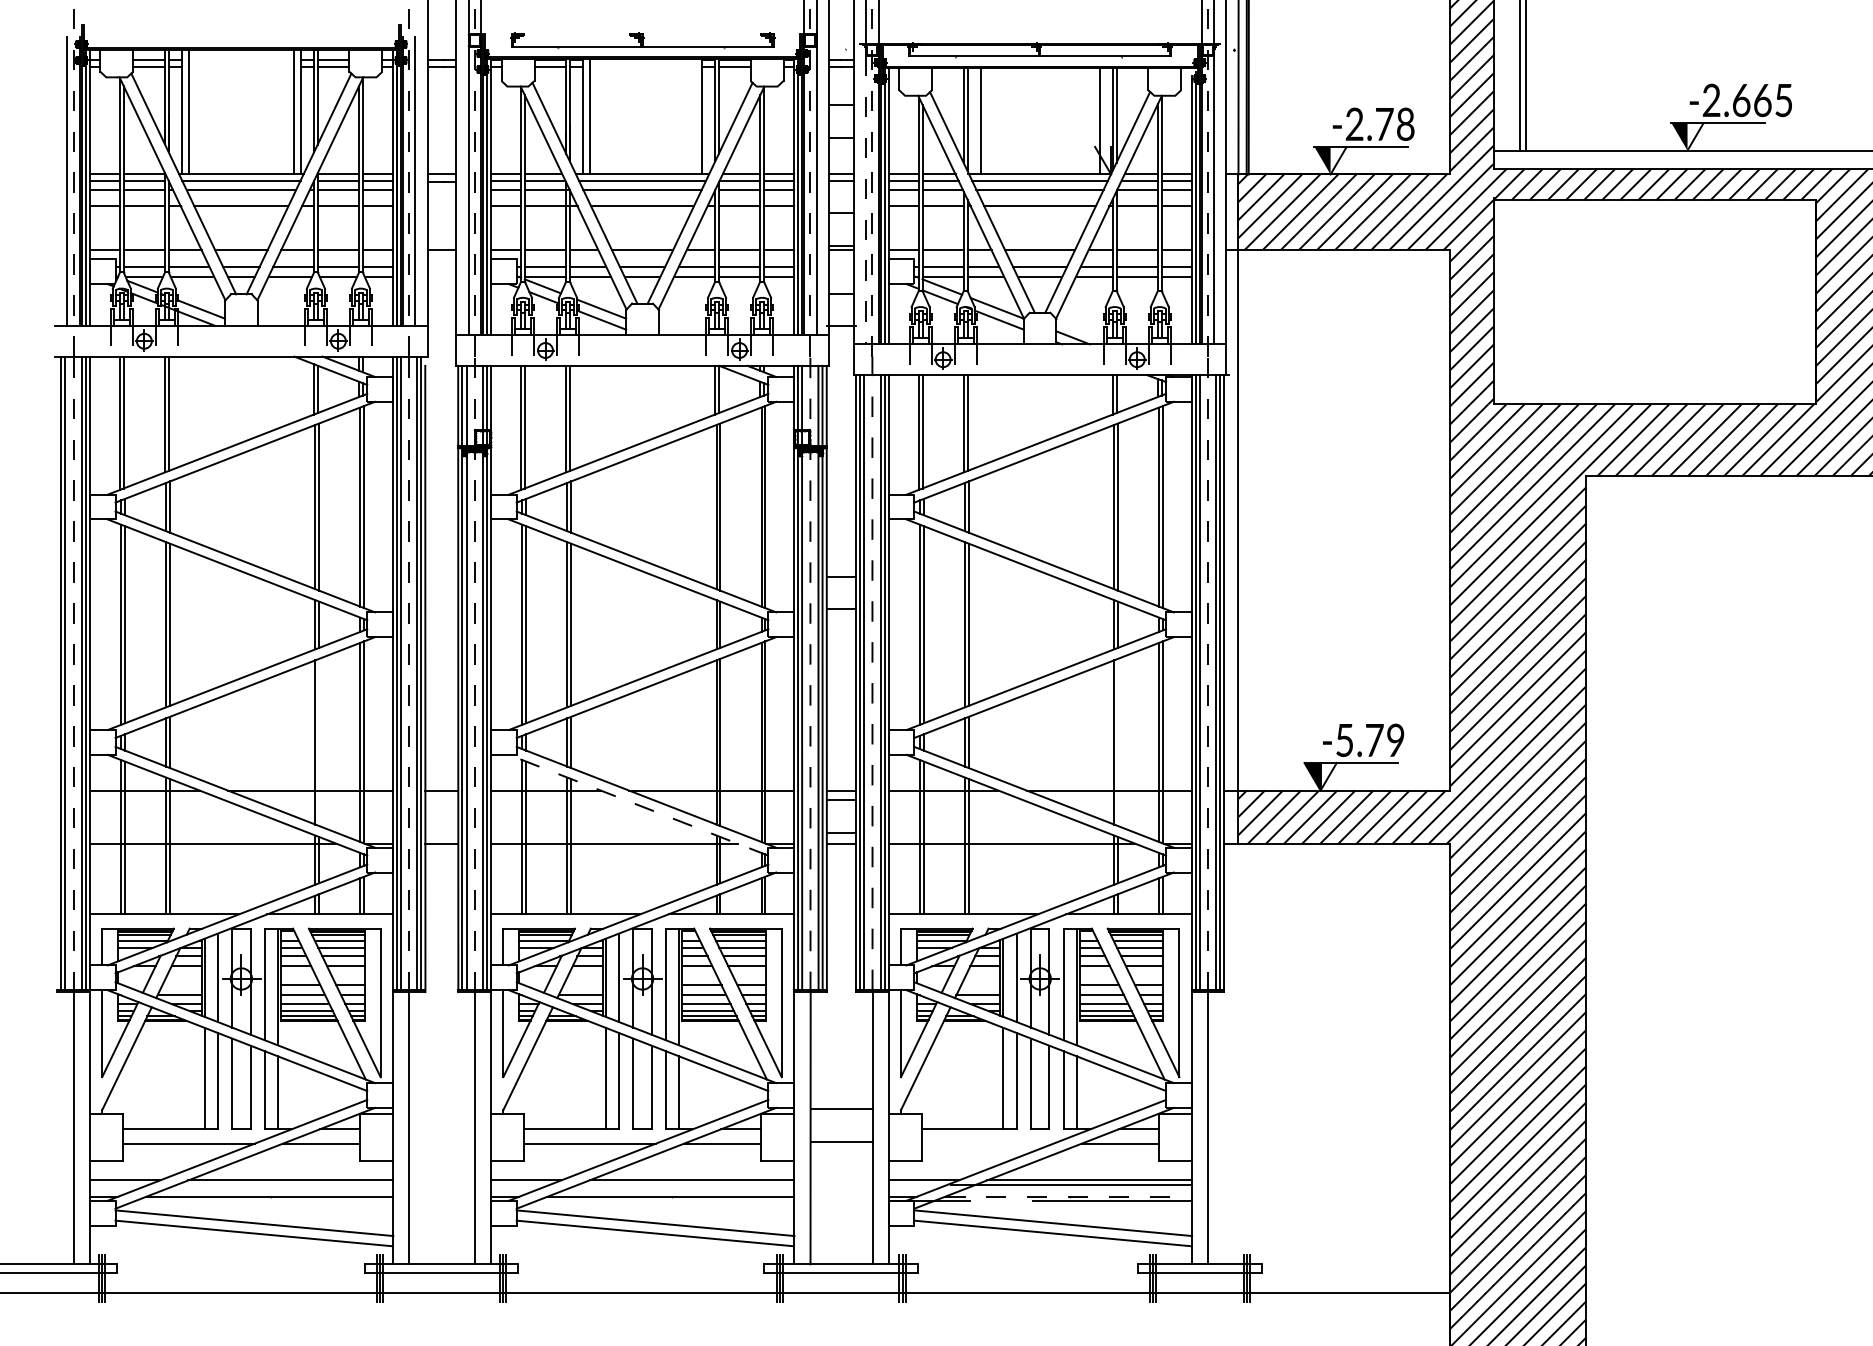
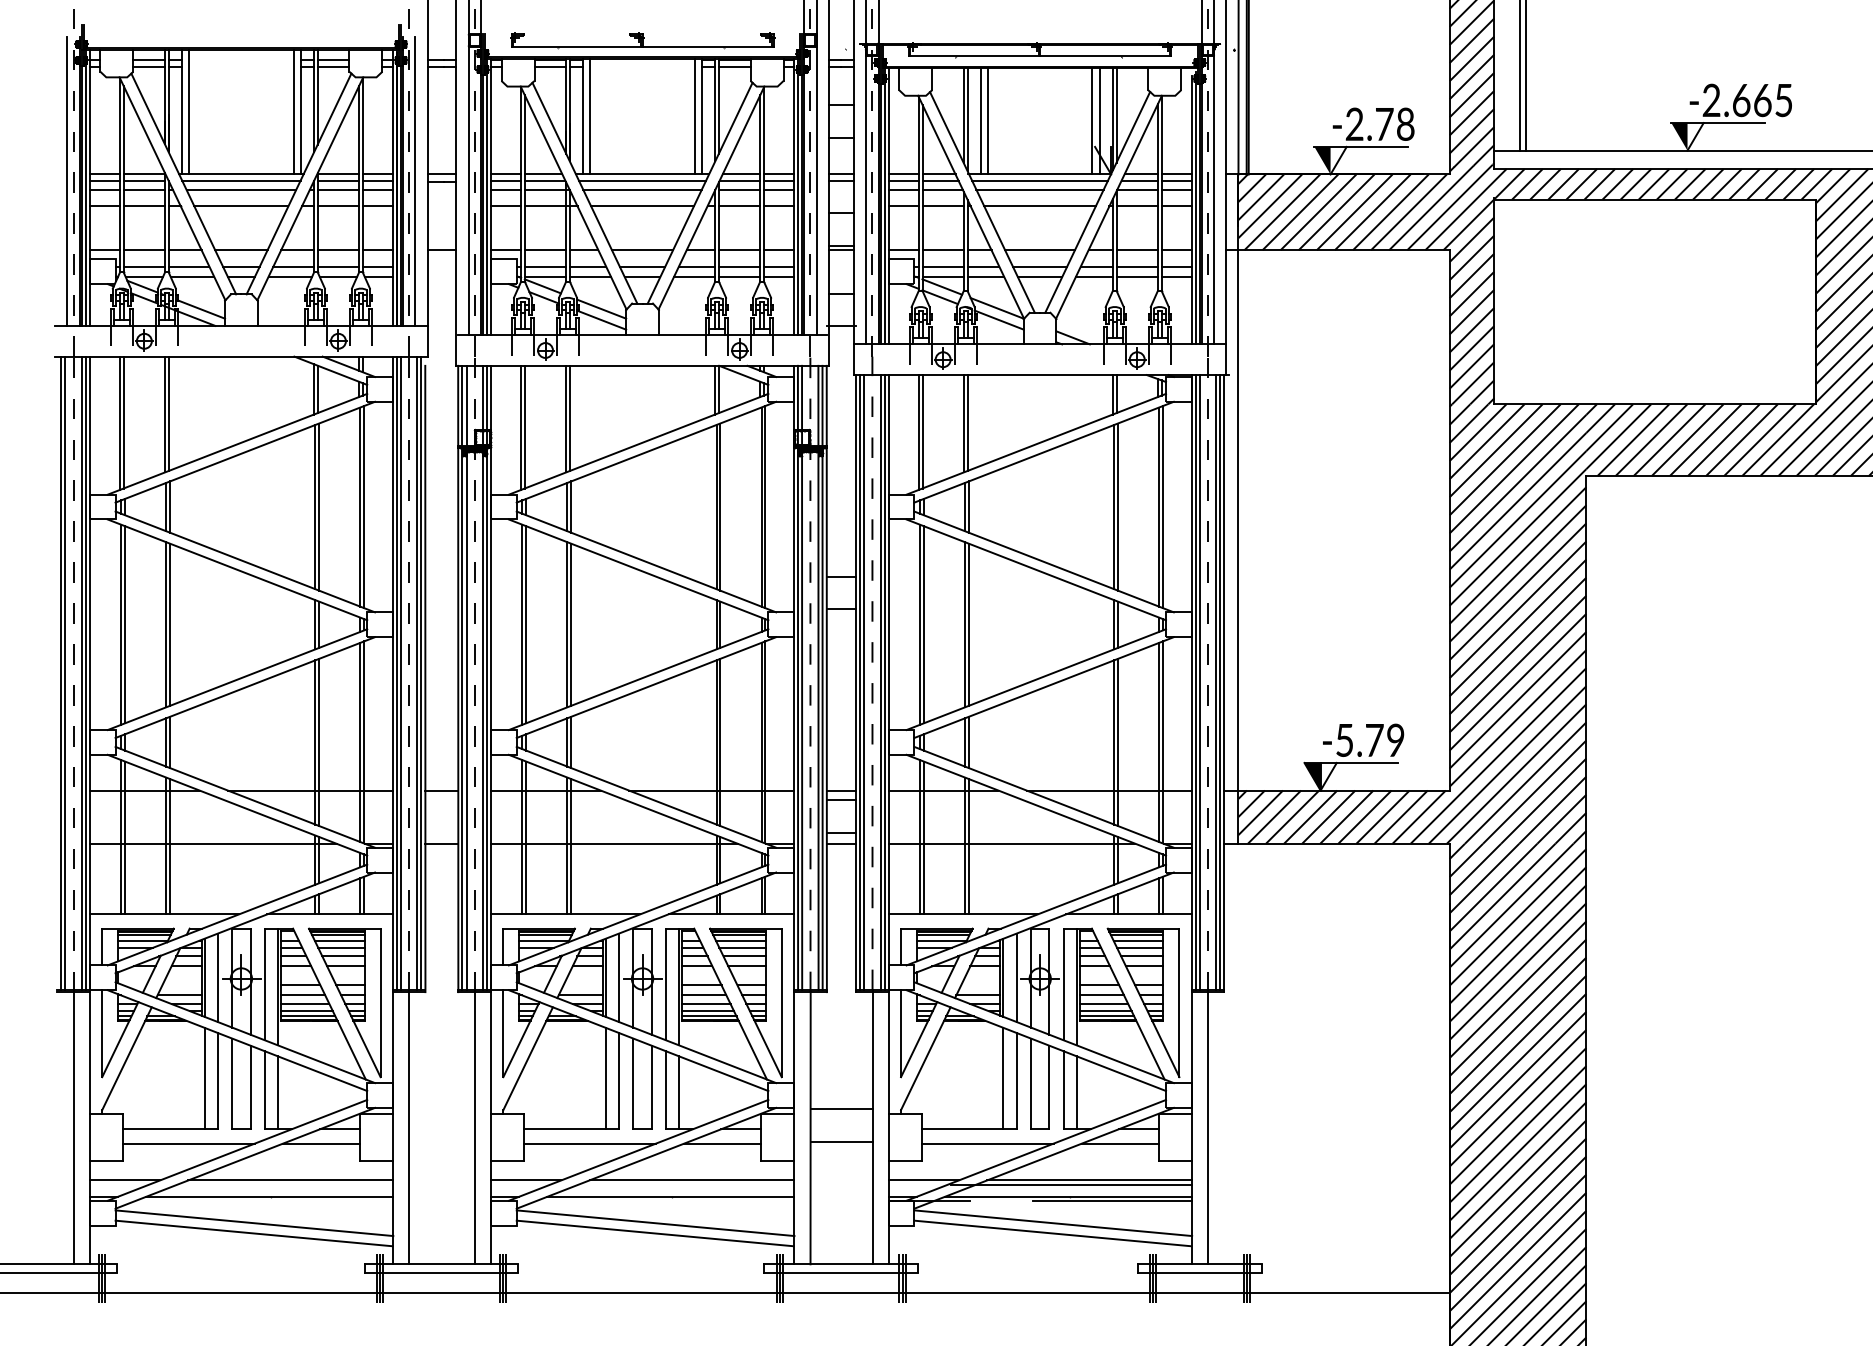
line at (694, 116): none -> present
line at (988, 121): none -> present
line at (1092, 121): none -> present
line at (866, 200): dashed -> solid
line at (319, 741): none -> present
line at (1117, 741): none -> present
line at (638, 805): dashed -> solid
line at (987, 1143): none -> present
line at (1068, 1196): dashed -> solid
